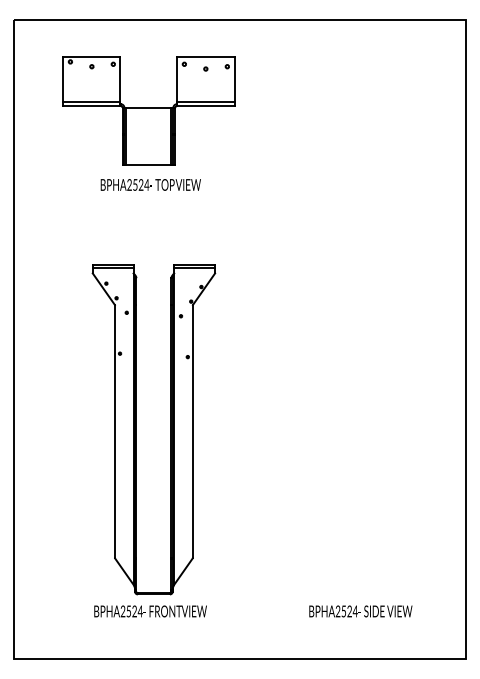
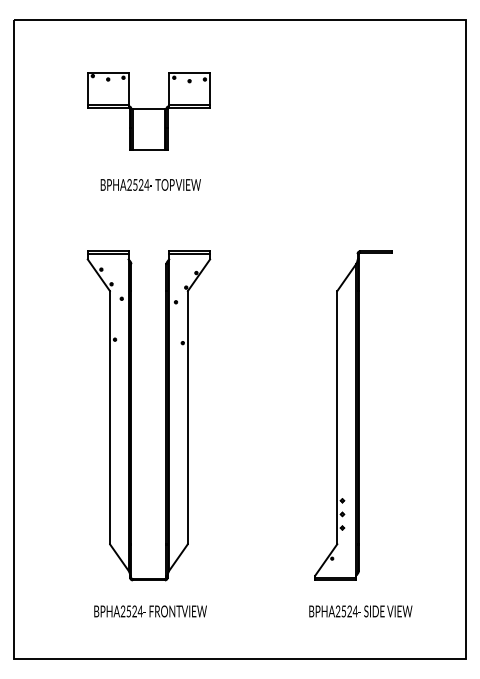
part at (148, 110) size: 174x110 px -> 124x79 px
part at (353, 415): none -> present
part at (136, 429) position: (136, 429) -> (131, 415)
